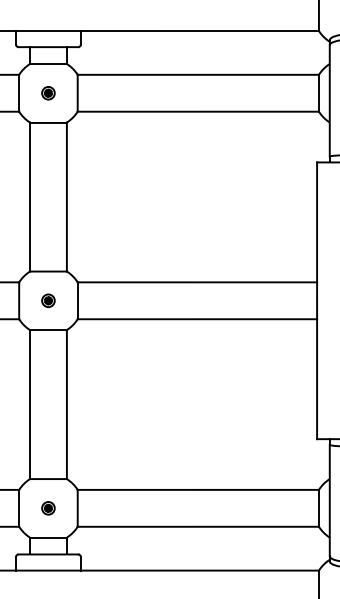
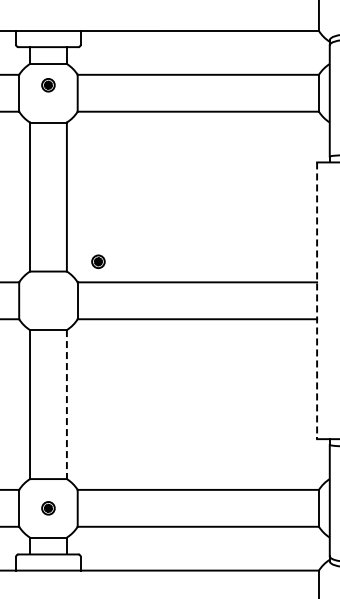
part at (48, 93) position: (48, 93) -> (48, 85)
part at (48, 300) position: (48, 300) -> (98, 261)
line at (317, 301): solid -> dashed
line at (66, 404): solid -> dashed
